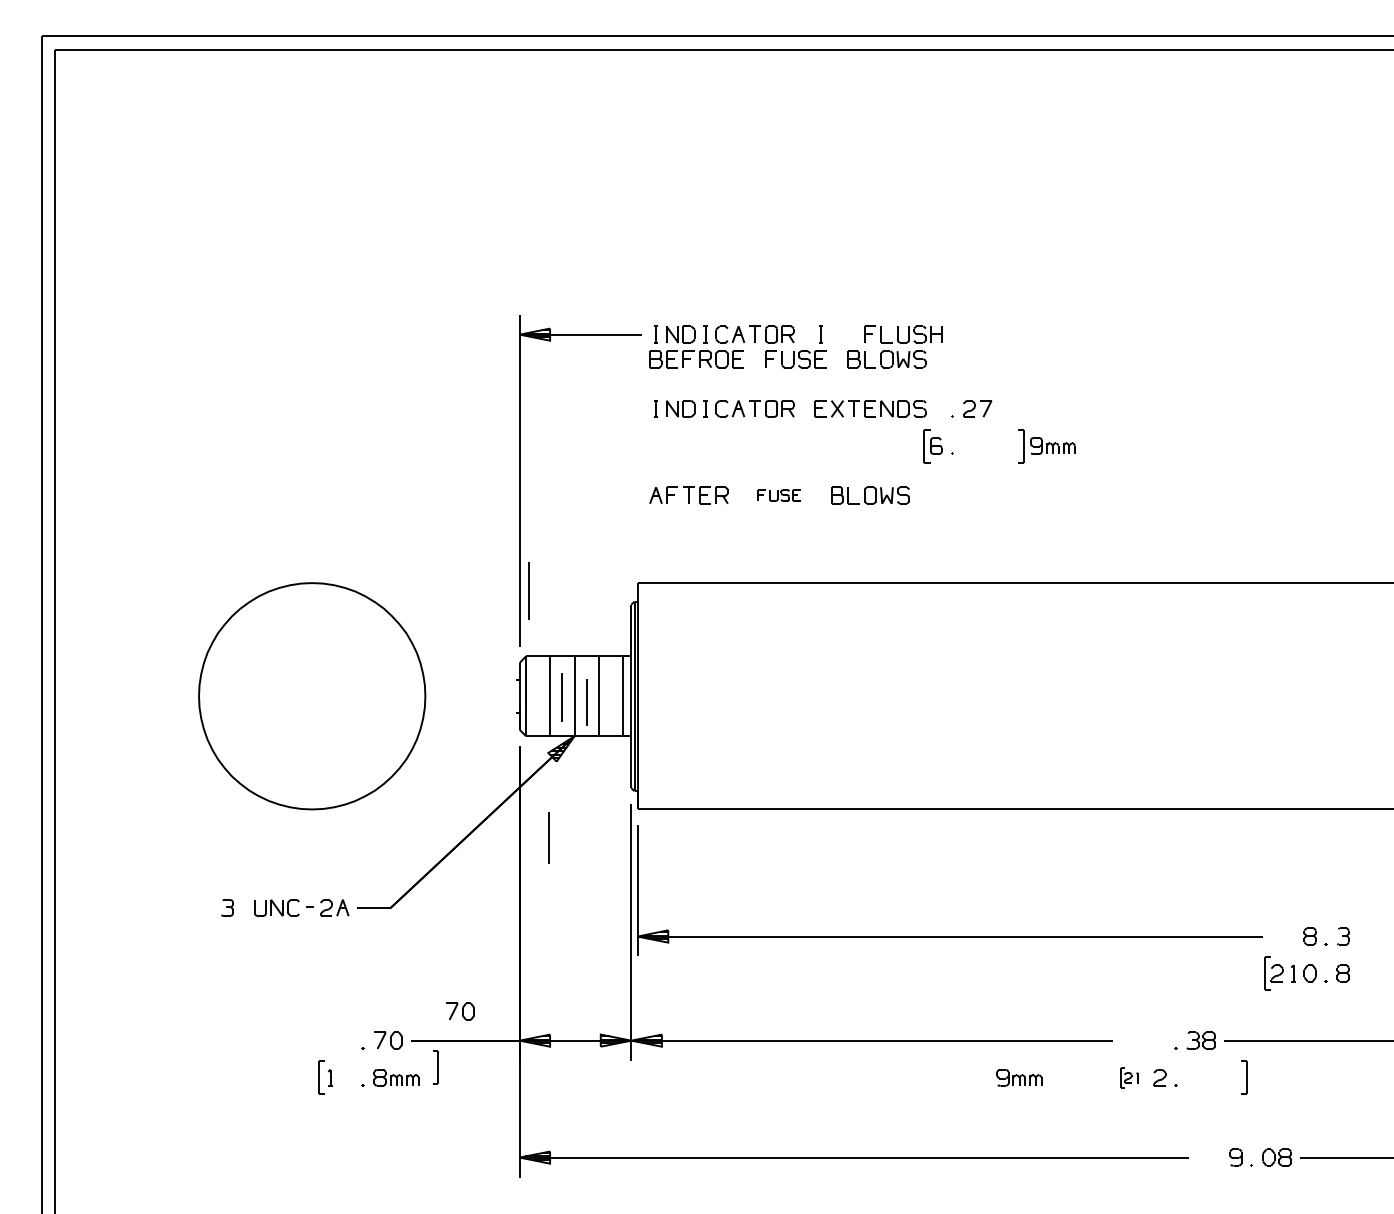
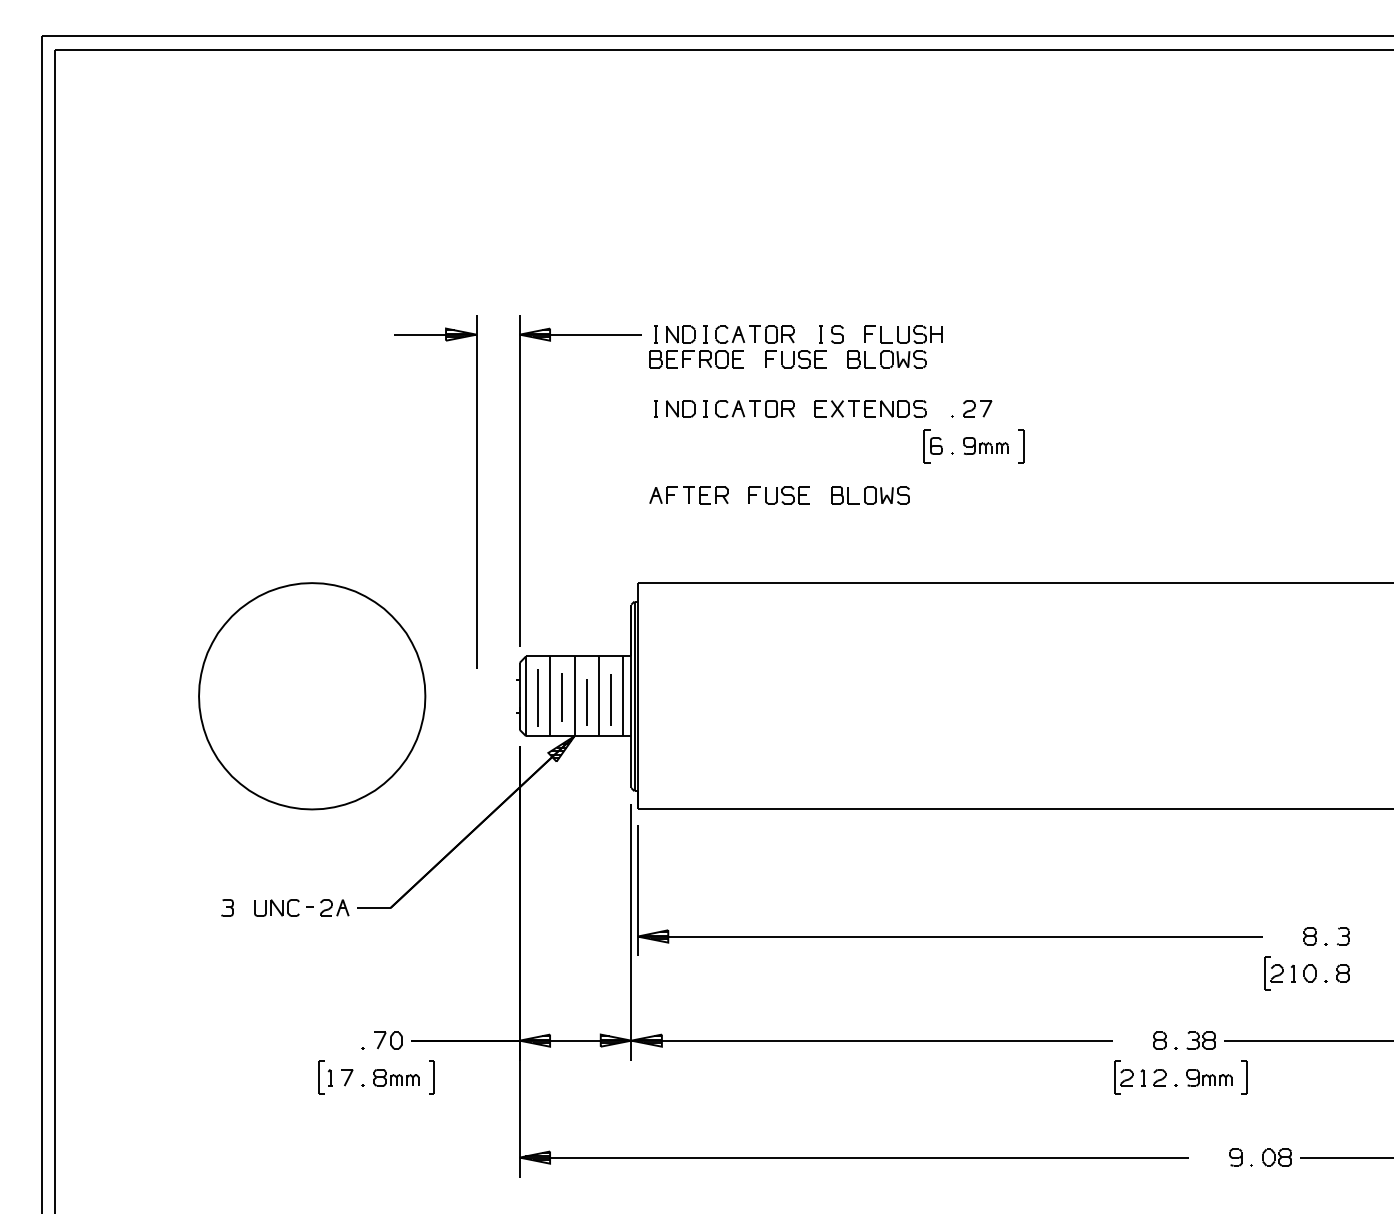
part at (837, 334): none -> present
part at (1052, 445) position: (1052, 445) -> (985, 445)
part at (476, 491): none -> present
part at (778, 495) size: 44x13 px -> 62x19 px
line at (528, 590) position: (528, 590) -> (537, 697)
line at (548, 837) position: (548, 837) -> (610, 699)
part at (460, 1011): present -> none
part at (1159, 1040): none -> present
part at (435, 1067) position: (435, 1067) -> (431, 1077)
part at (347, 1077): none -> present
part at (1019, 1077) position: (1019, 1077) -> (1209, 1077)
part at (1129, 1077) size: 19x22 px -> 32x35 px
